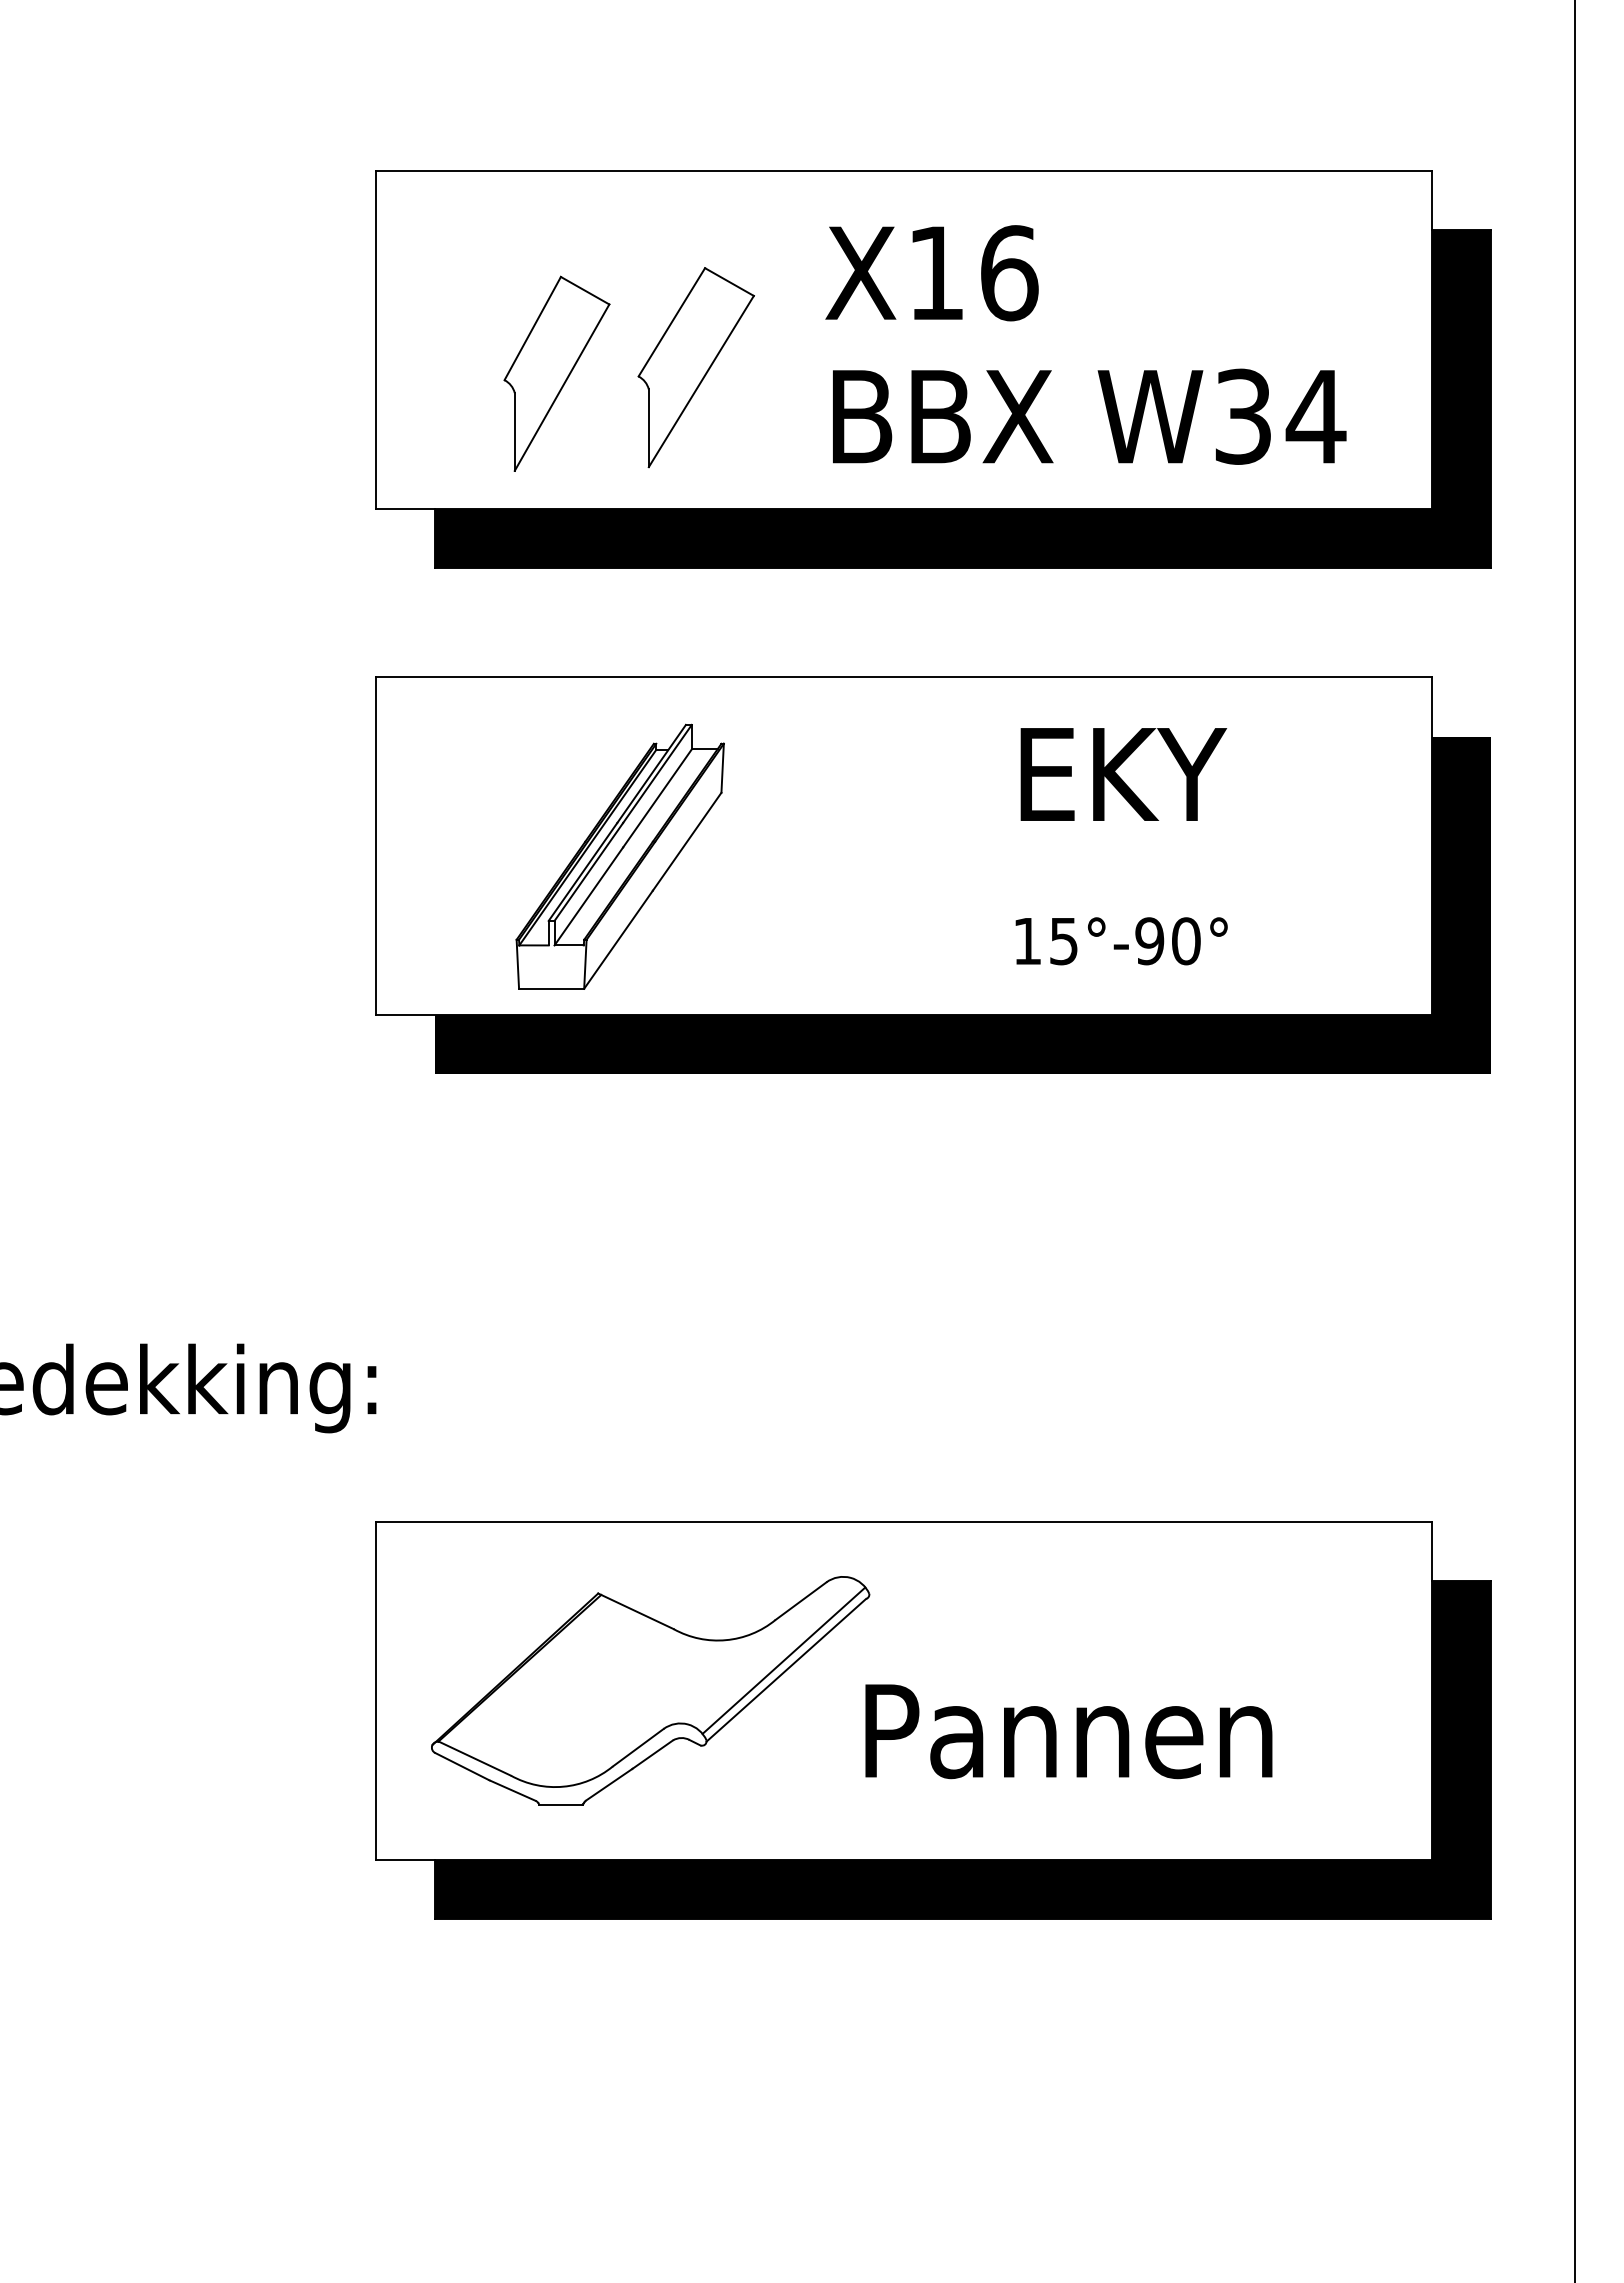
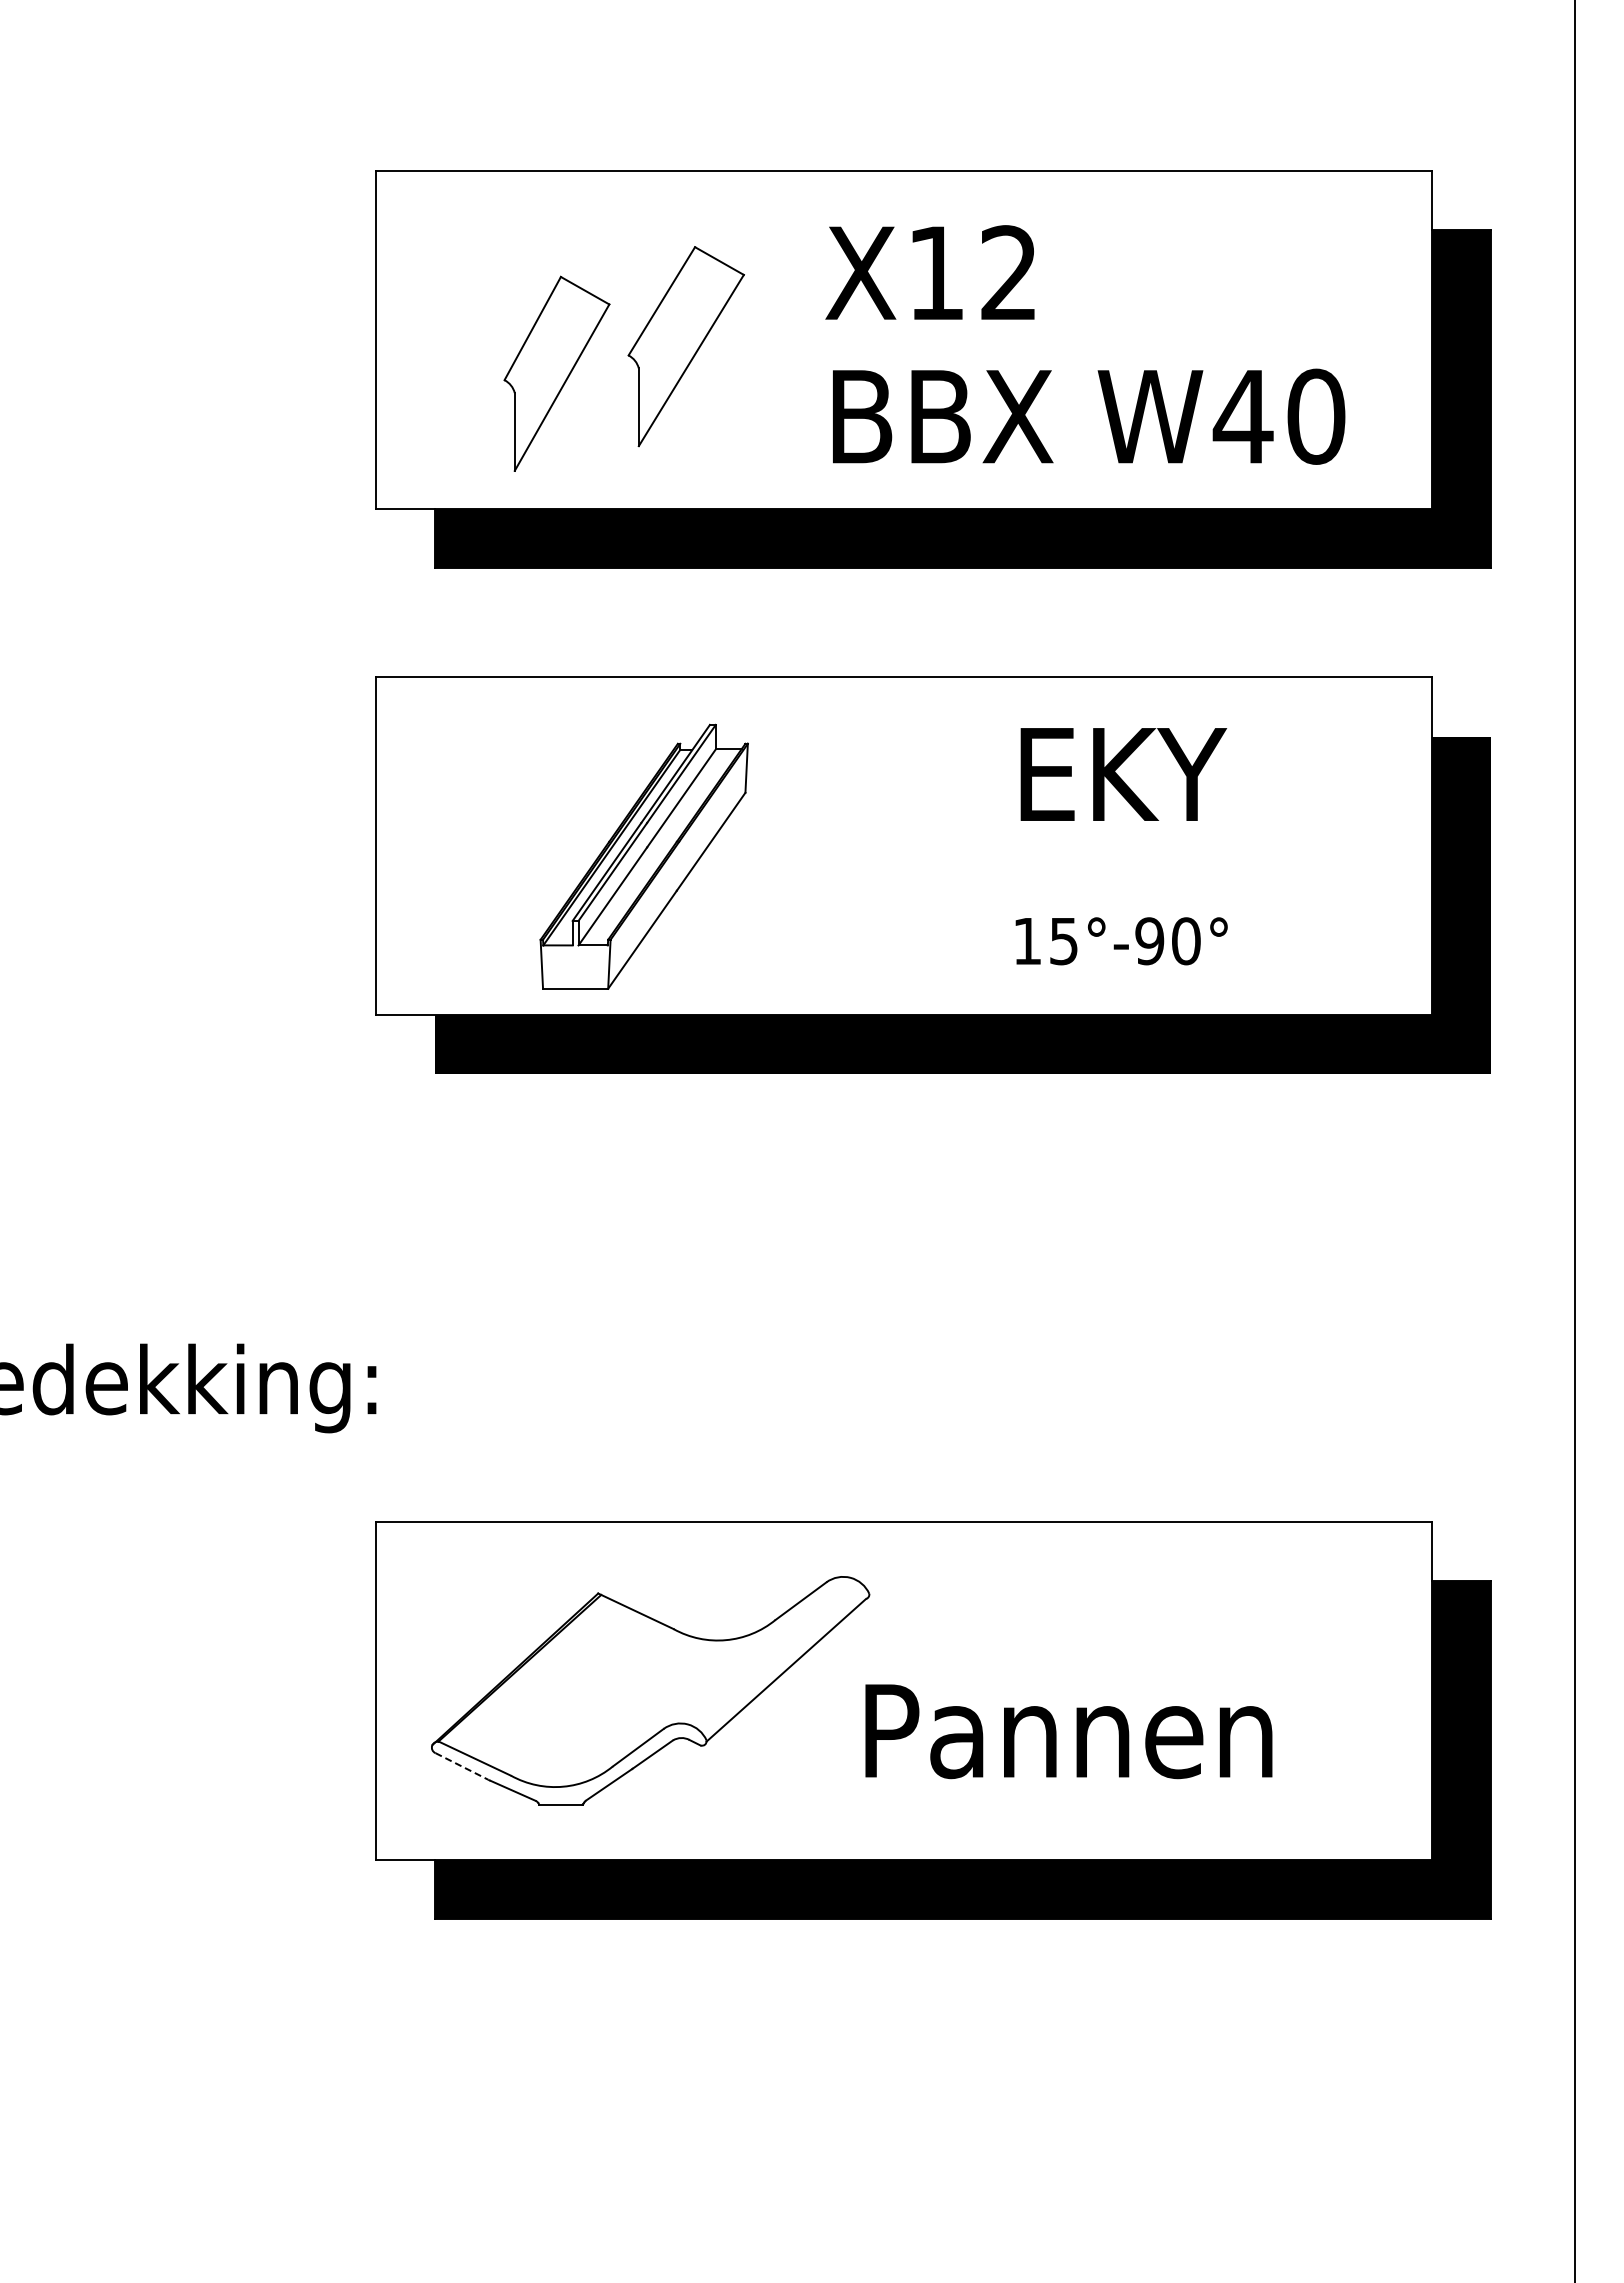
text at (1009, 273): X16 -> X12
part at (695, 367) position: (695, 367) -> (685, 346)
text at (1279, 416): W34 -> W40
part at (619, 856) position: (619, 856) -> (643, 856)
line at (783, 1660): present -> none
line at (461, 1766): solid -> dashed
